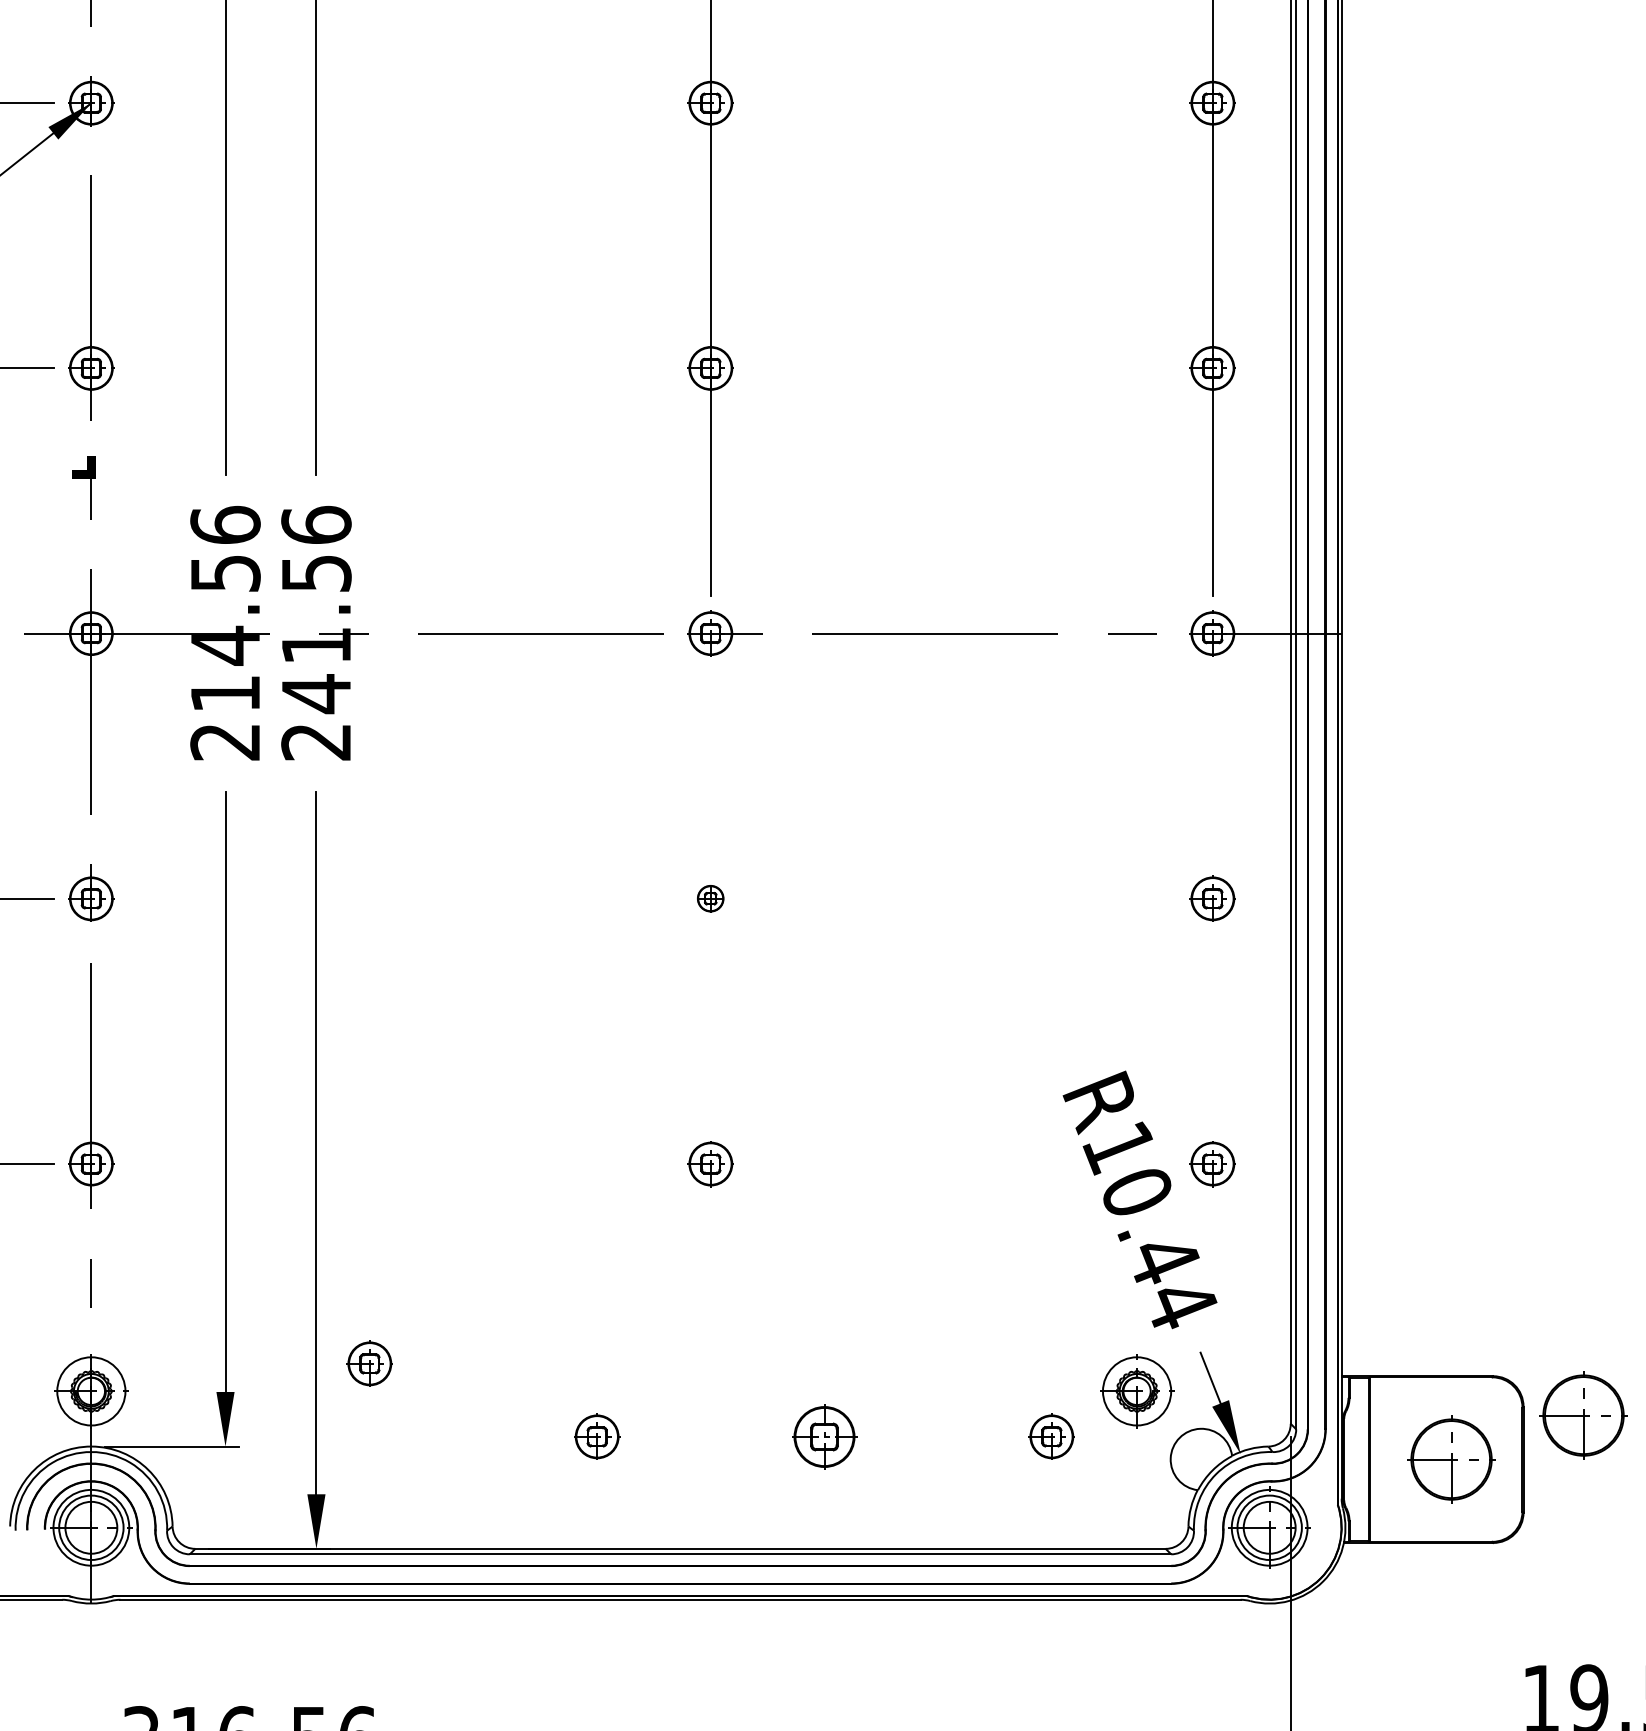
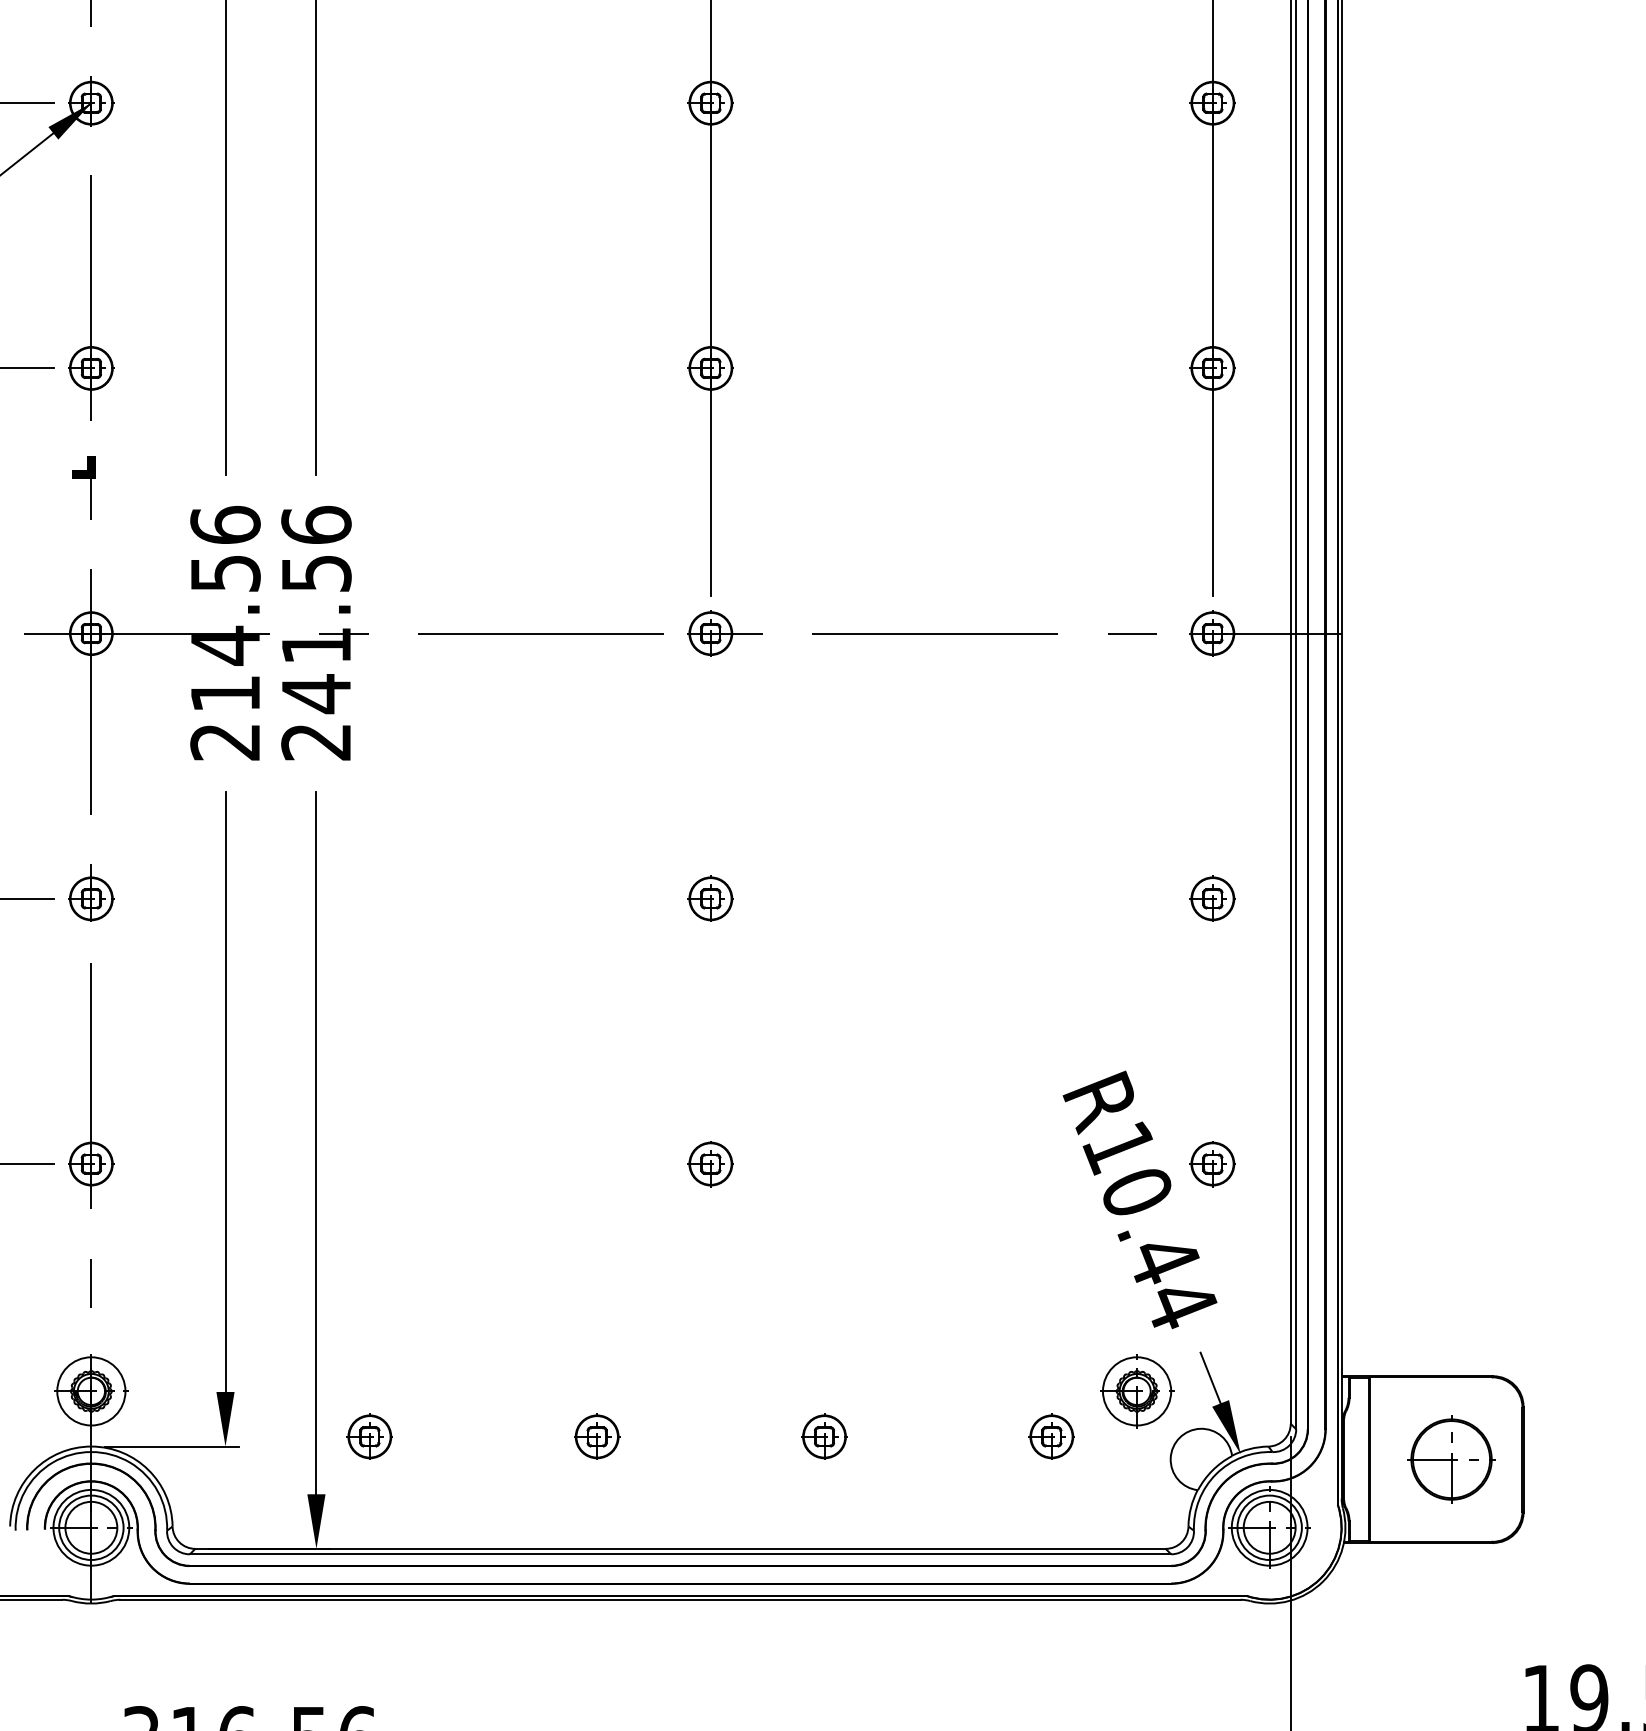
part at (710, 898) size: 28x28 px -> 47x47 px
part at (369, 1363) position: (369, 1363) -> (369, 1436)
part at (1583, 1415): present -> none
part at (824, 1436) size: 66x66 px -> 47x47 px
